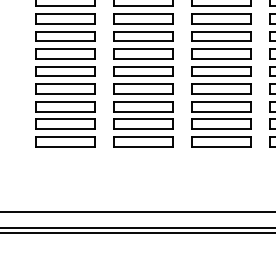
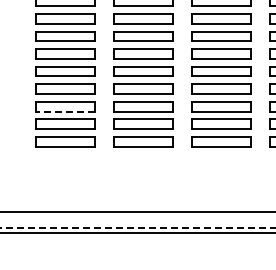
line at (64, 111): solid -> dashed
line at (138, 227): solid -> dashed
